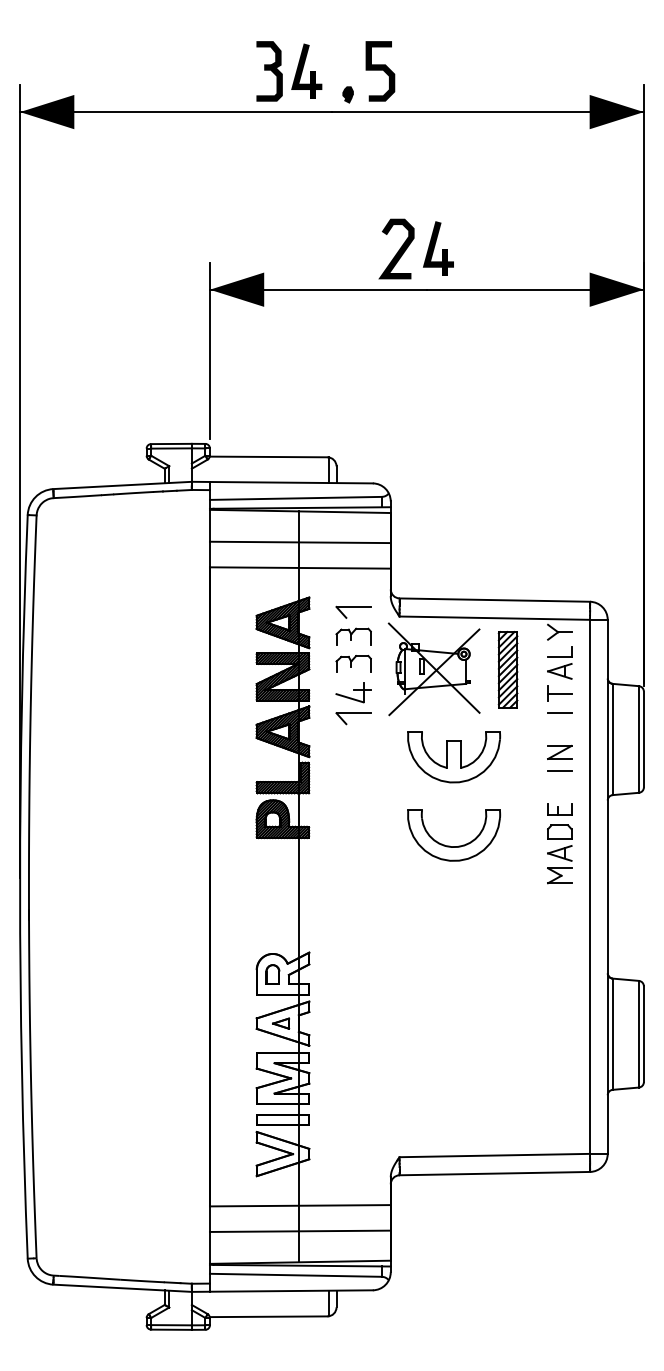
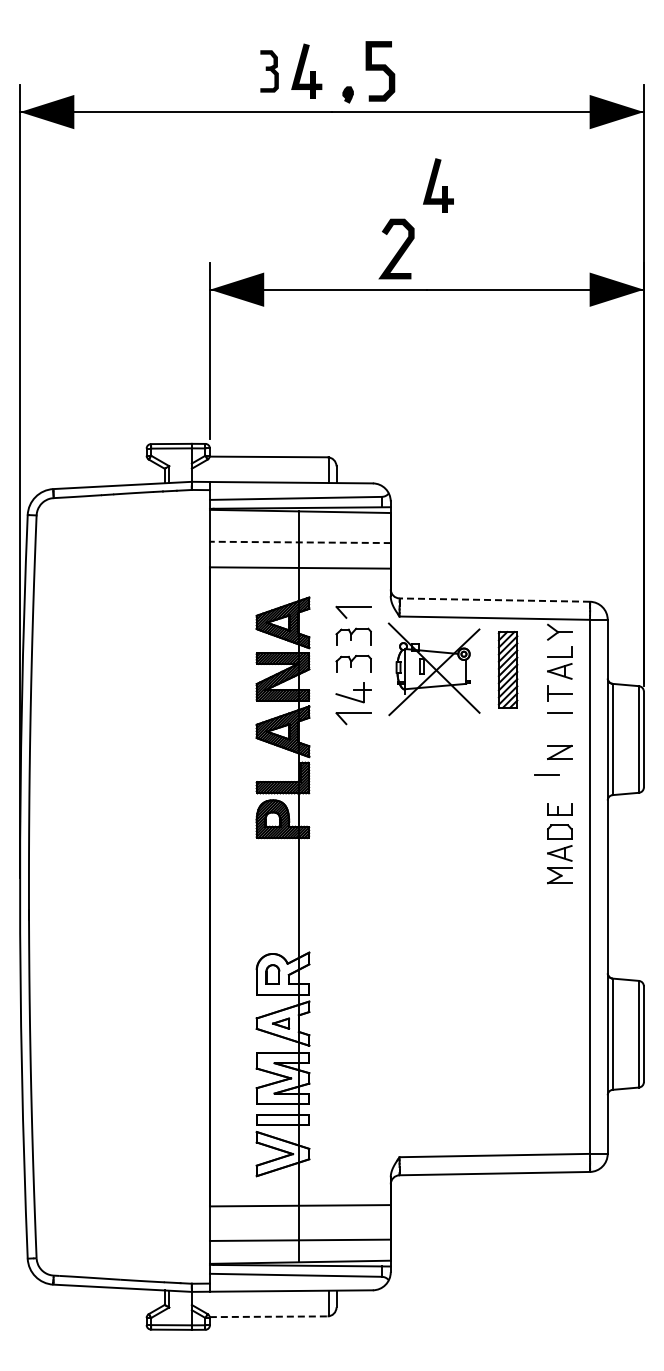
part at (269, 71) size: 27x61 px -> 19x43 px
part at (438, 248) position: (438, 248) -> (438, 185)
line at (299, 542): solid -> dashed
line at (494, 600): solid -> dashed
part at (454, 757): present -> none
line at (559, 770) position: (559, 770) -> (546, 774)
part at (458, 845): present -> none
line at (299, 1230) position: (299, 1230) -> (299, 1239)
line at (268, 1316): solid -> dashed
